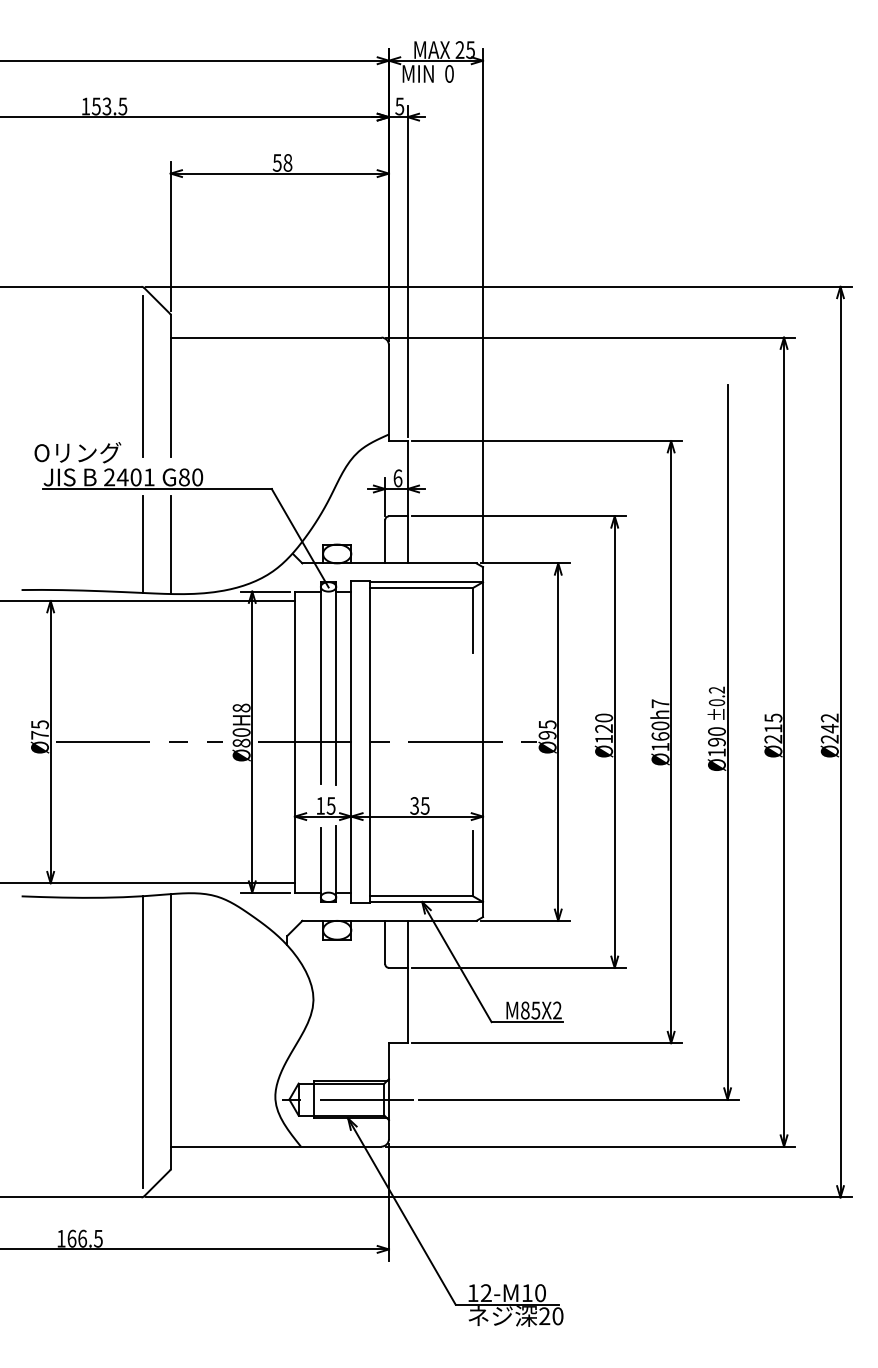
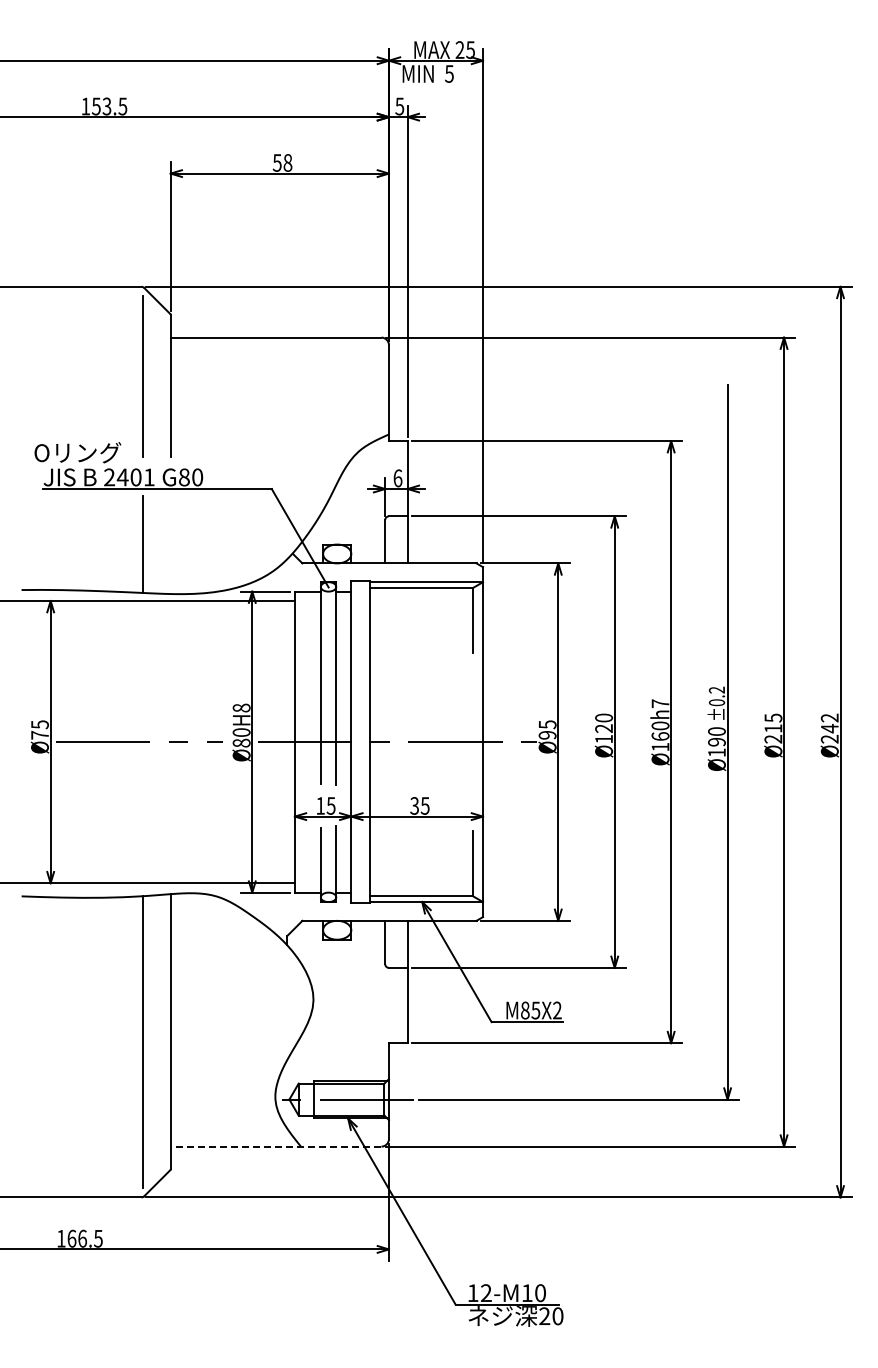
text at (449, 73): 0 -> 5
line at (170, 544): present -> none
line at (275, 1146): solid -> dashed
